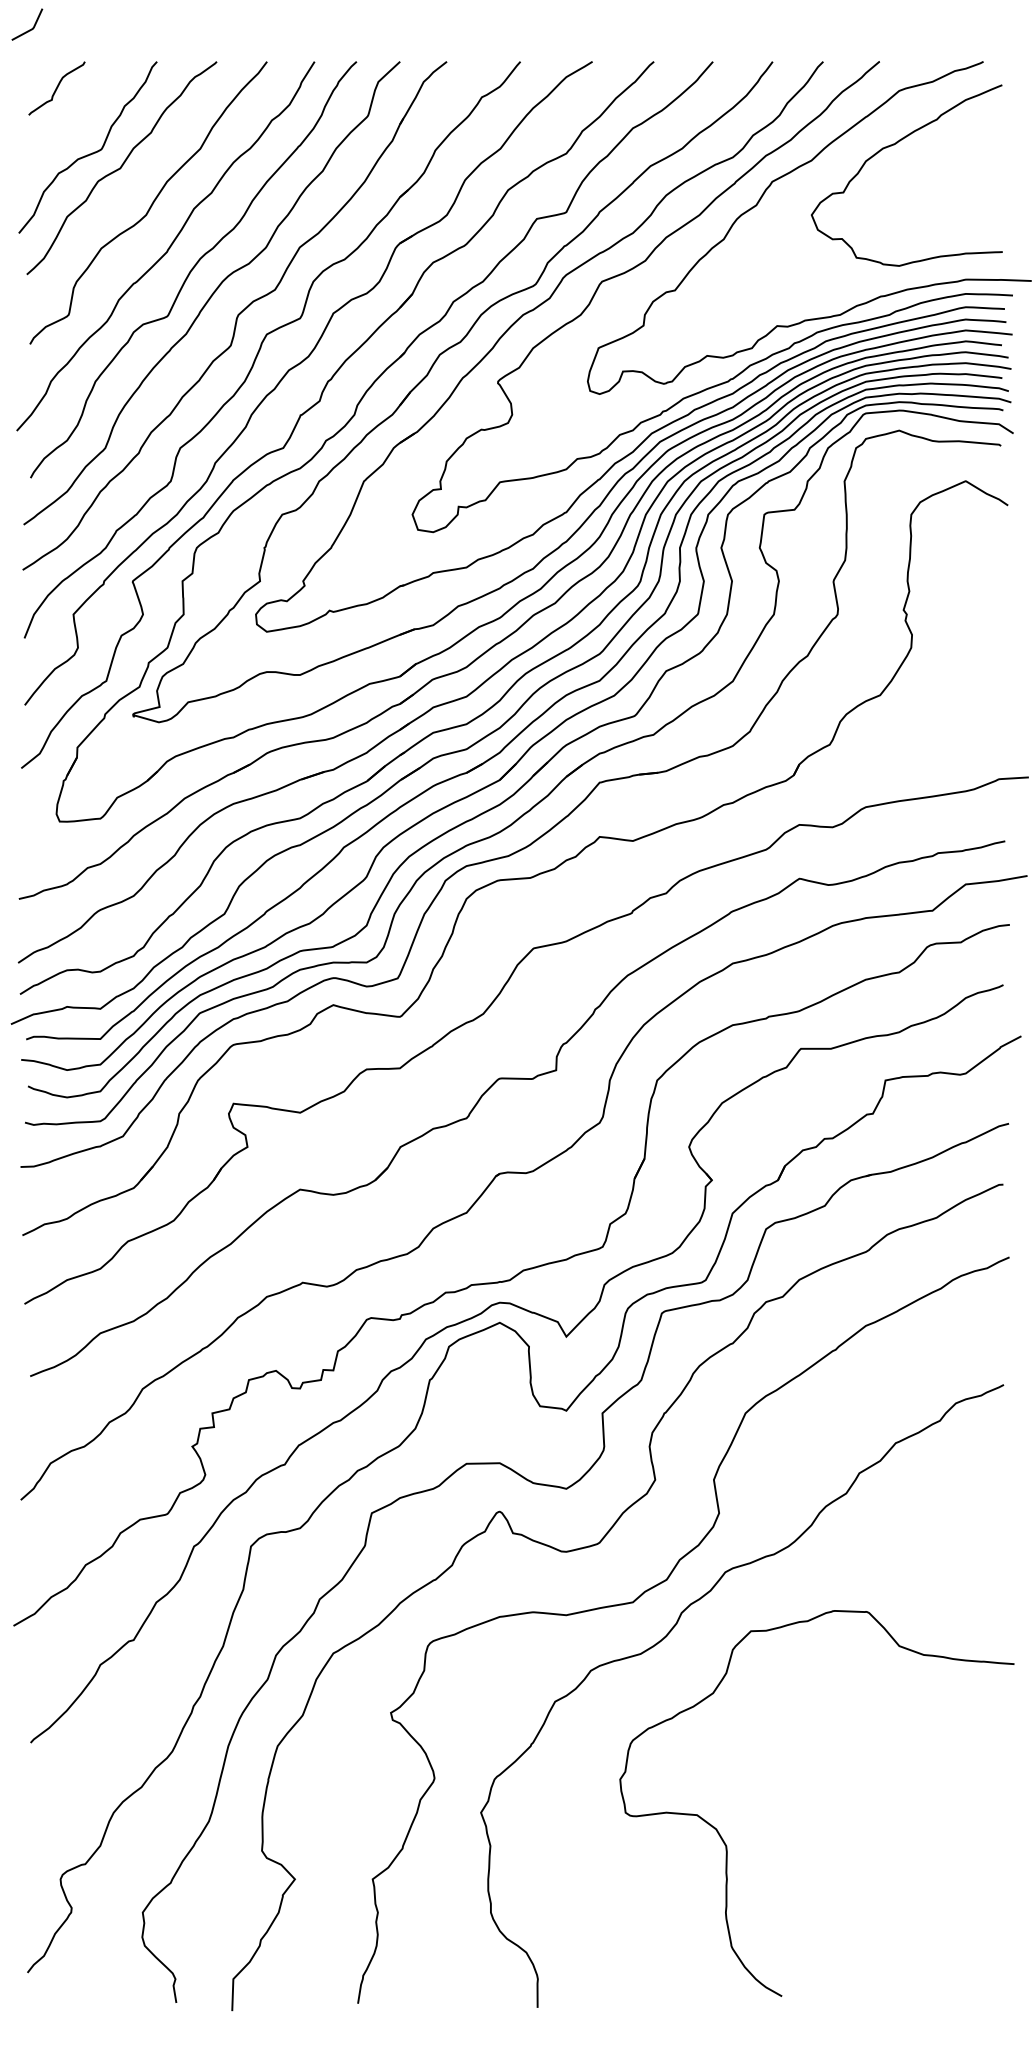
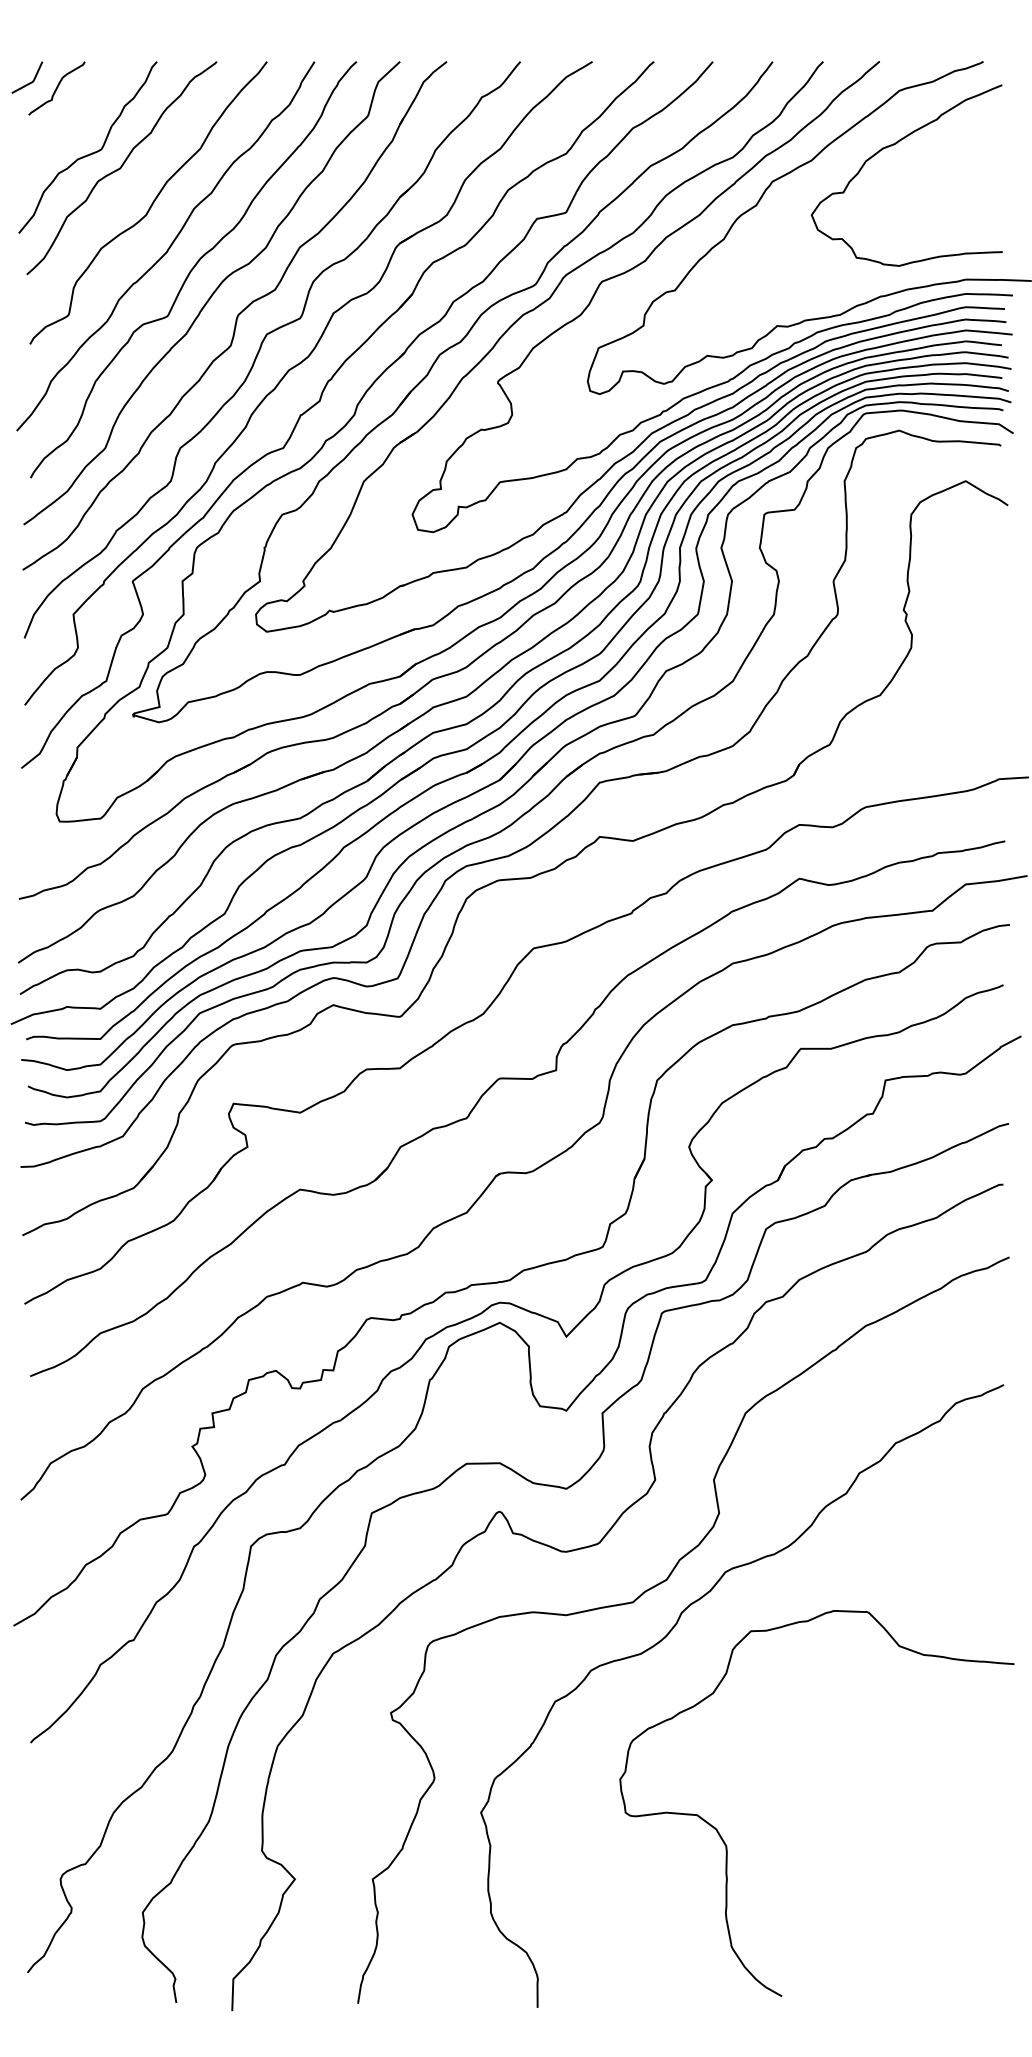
line at (29, 29) position: (29, 29) -> (29, 82)
